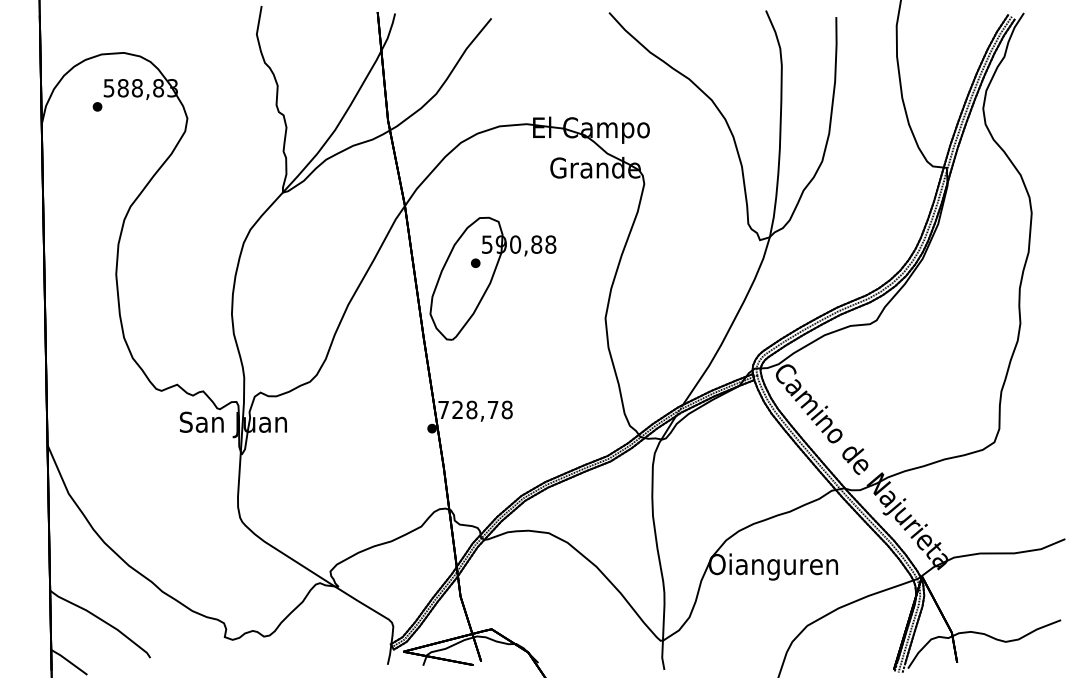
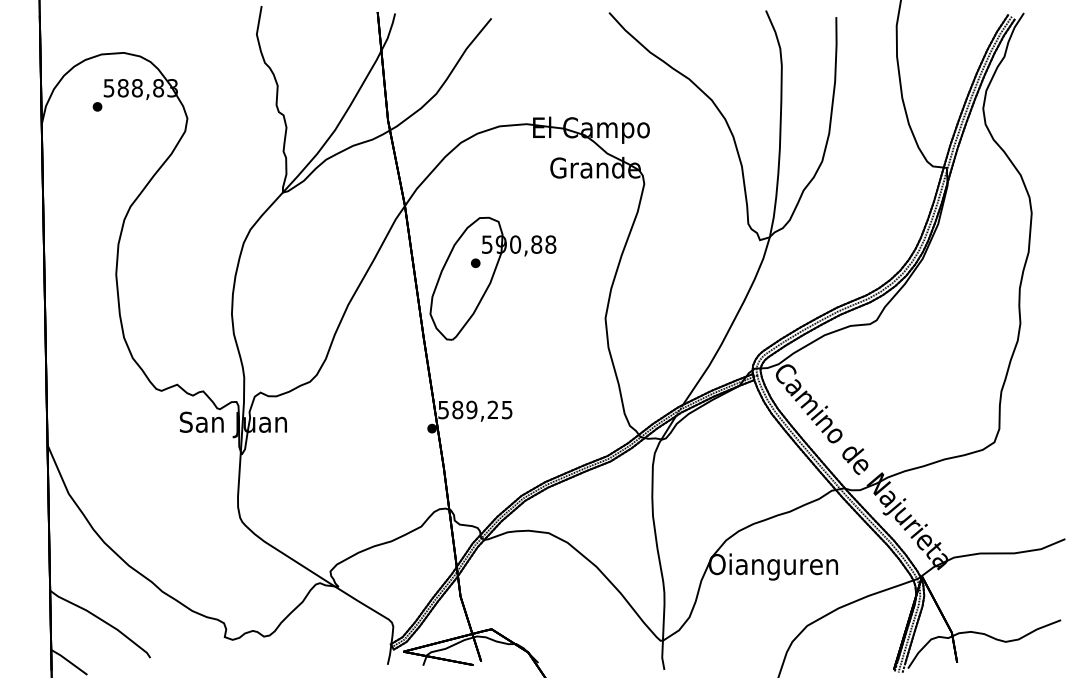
text at (475, 409): 728,78 -> 589,25
